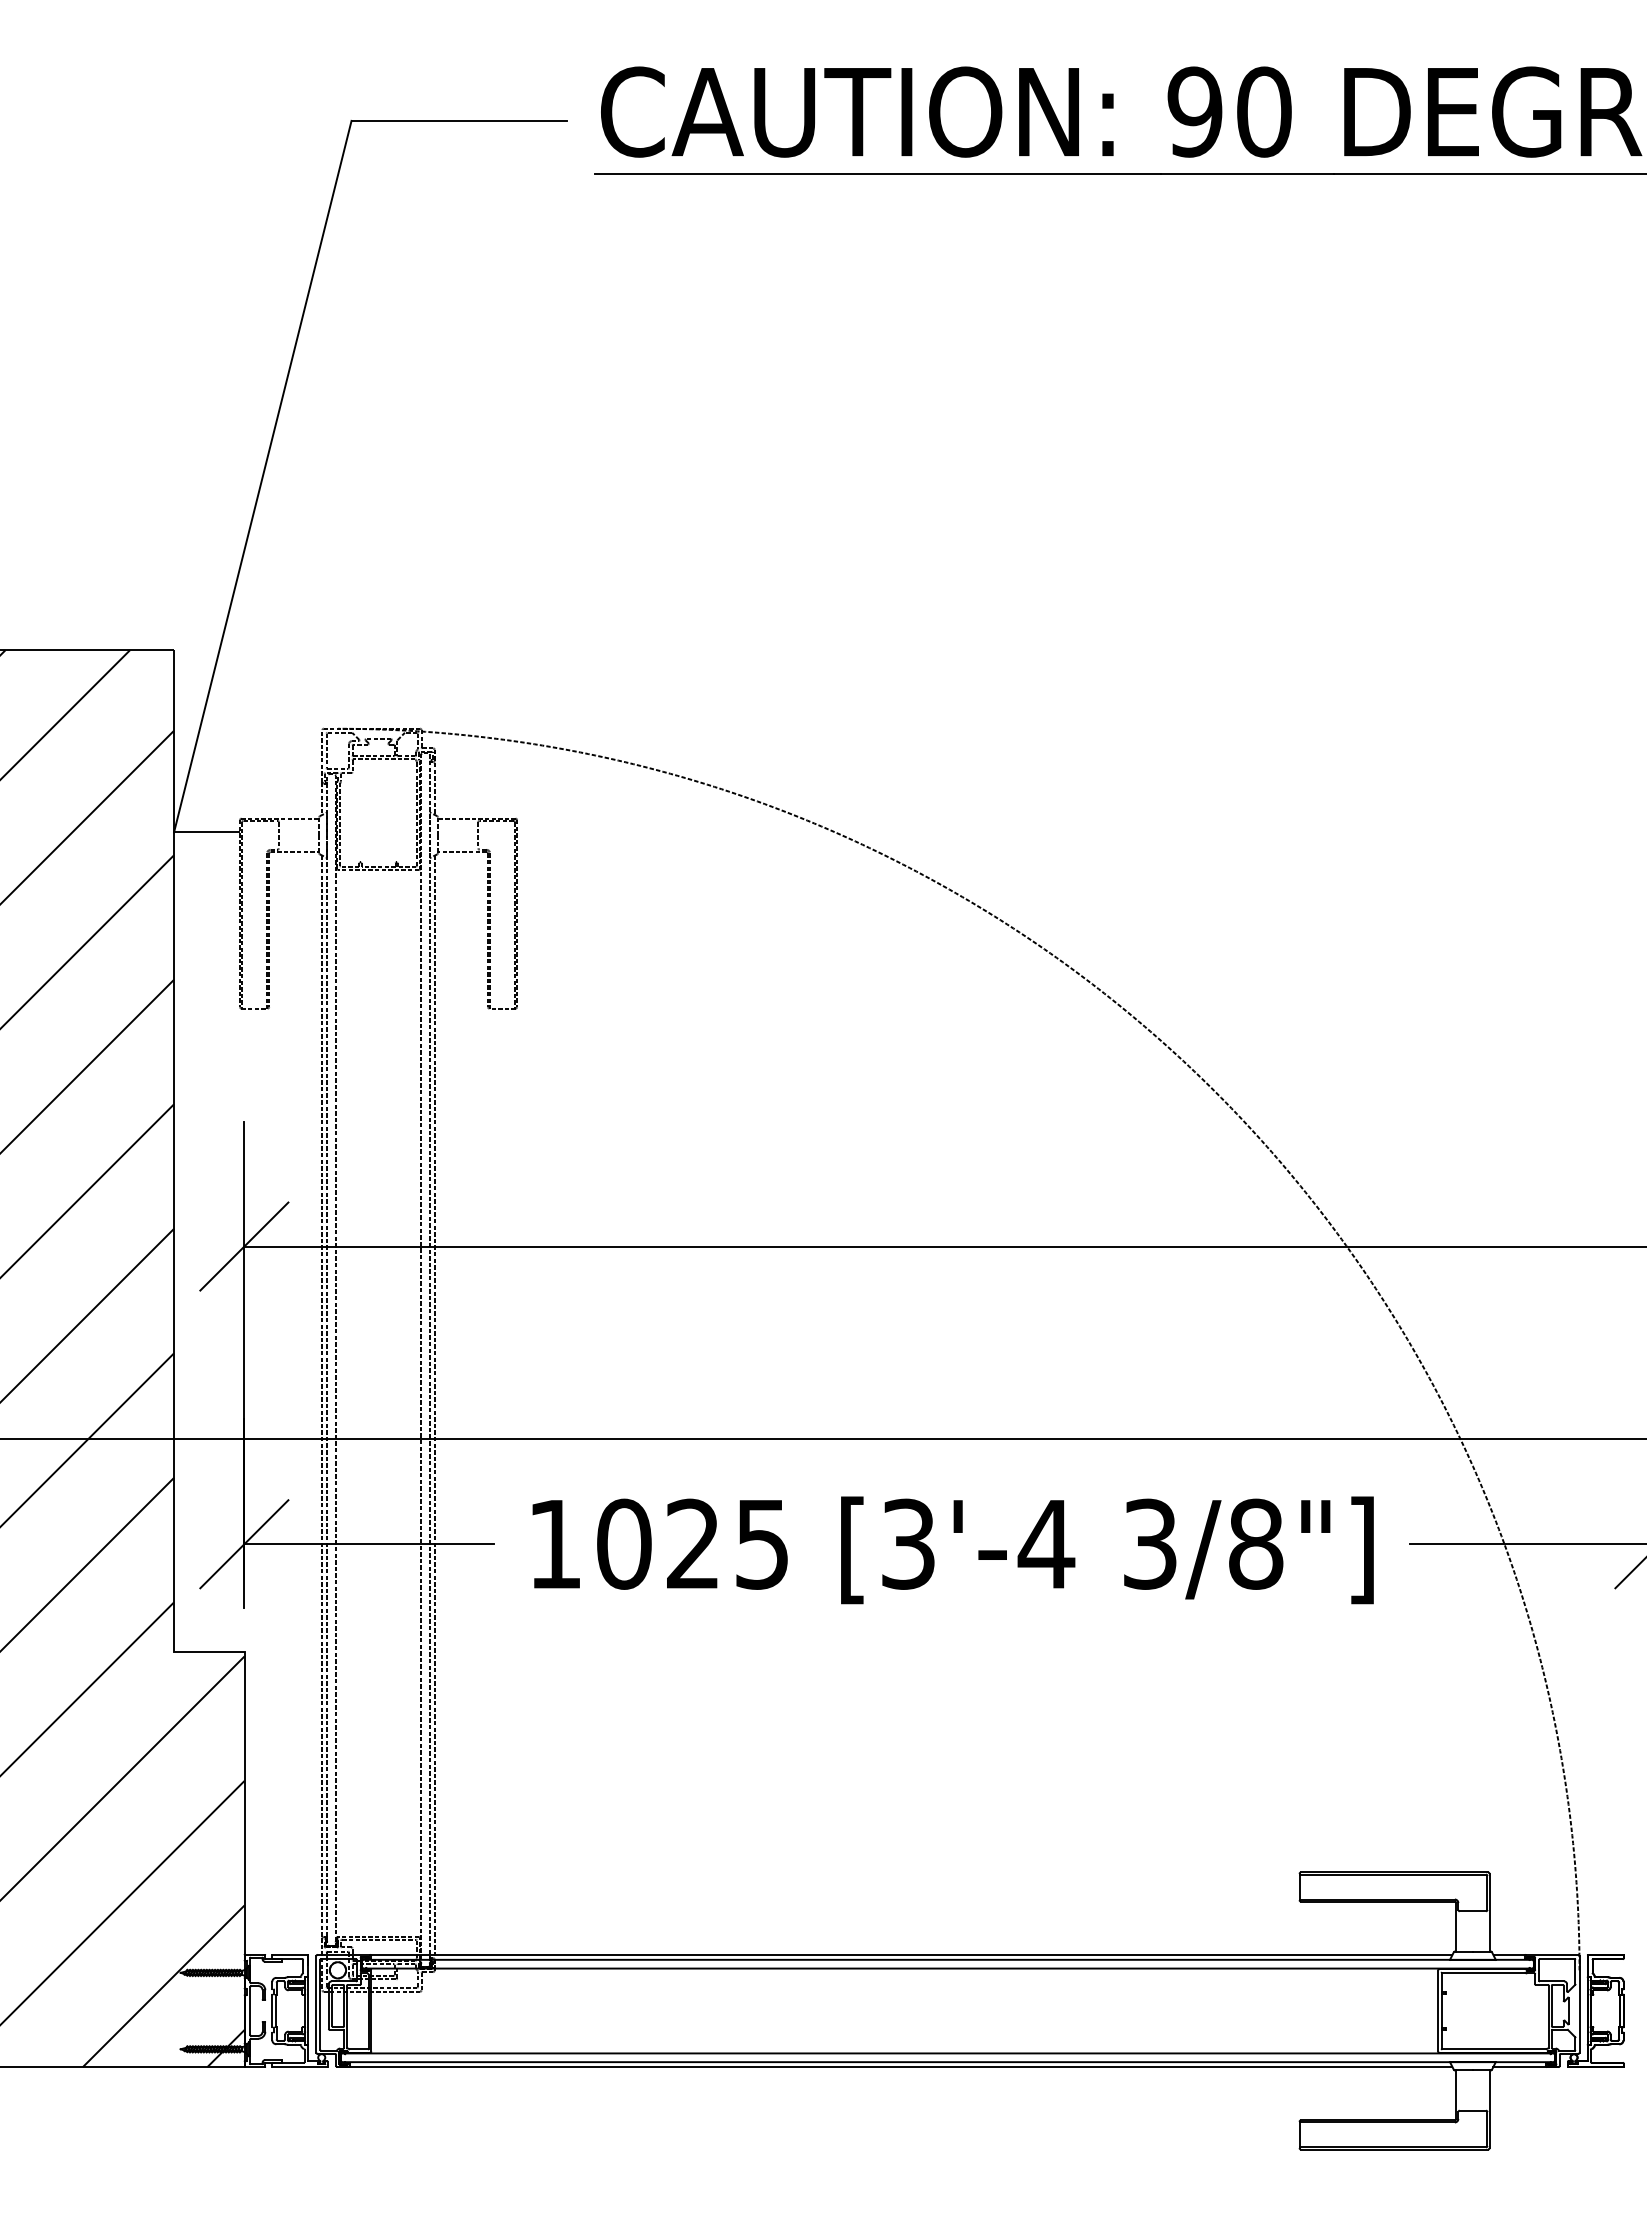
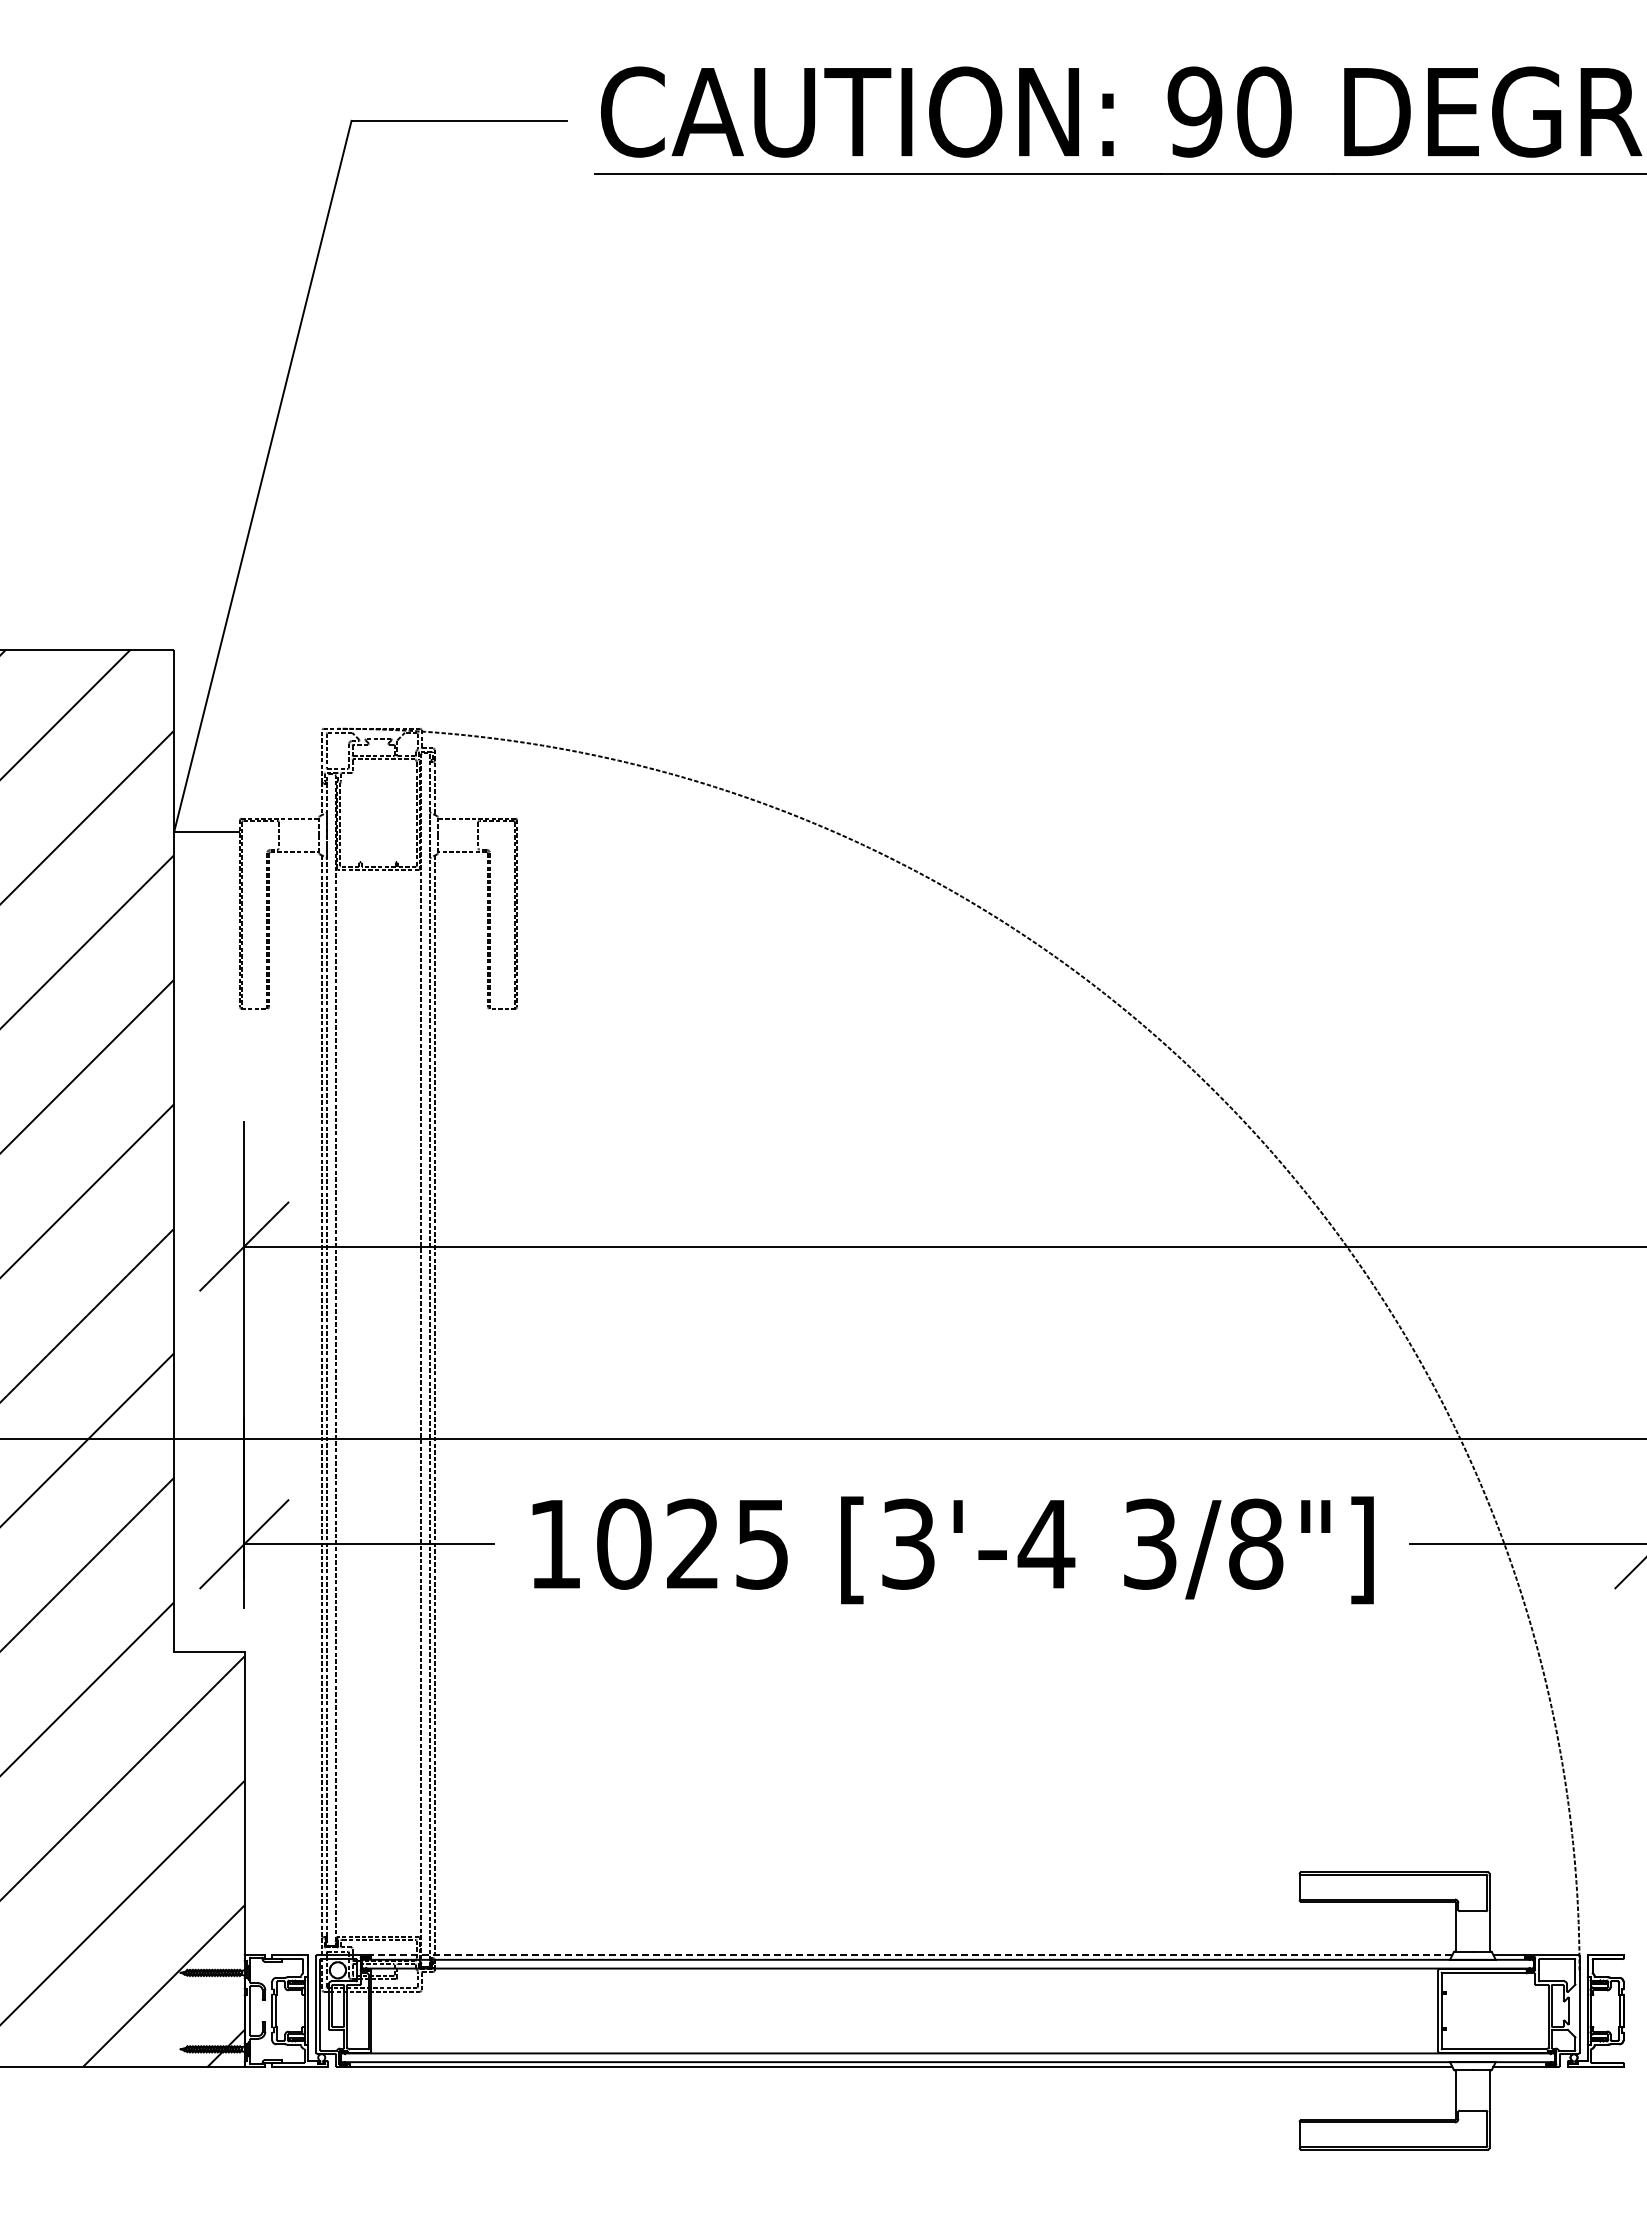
line at (910, 1954): solid -> dashed
